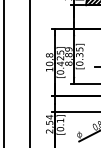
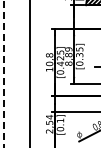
line at (4, 74): solid -> dashed
